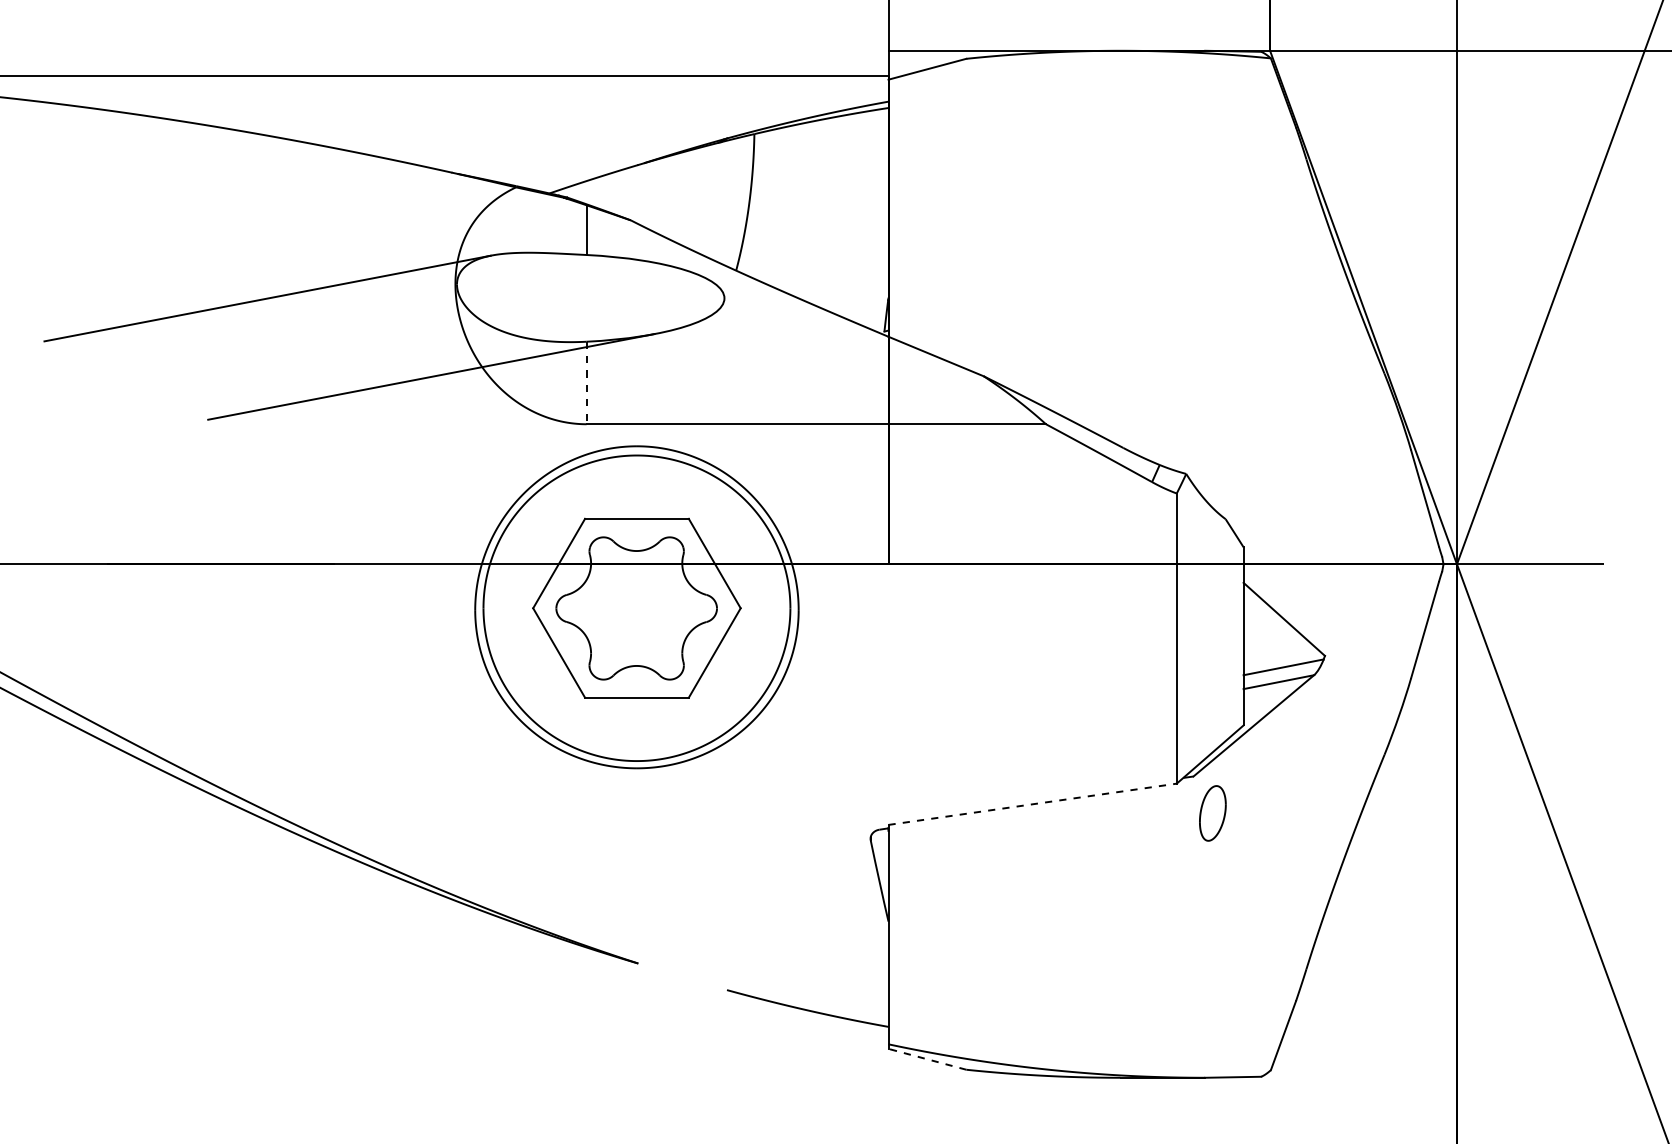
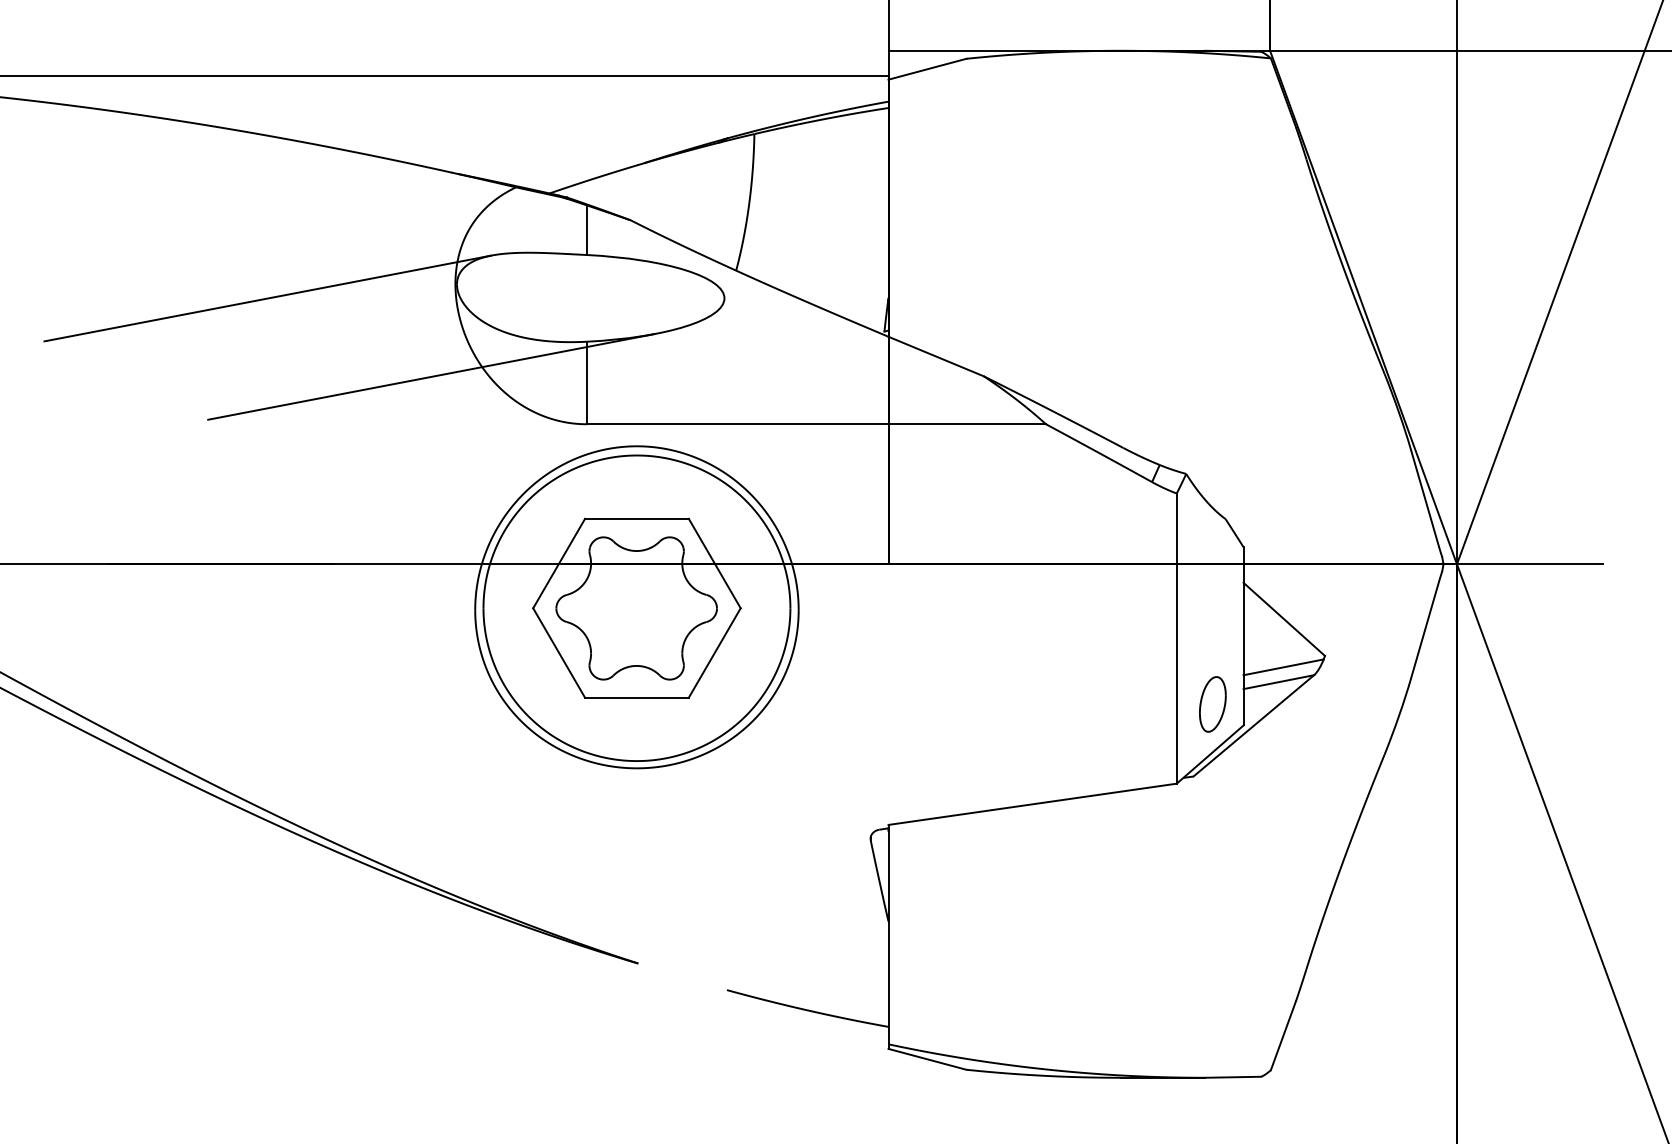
line at (586, 383): dashed -> solid
line at (1032, 804): dashed -> solid
part at (1212, 813) position: (1212, 813) -> (1212, 704)
line at (926, 1059): dashed -> solid
